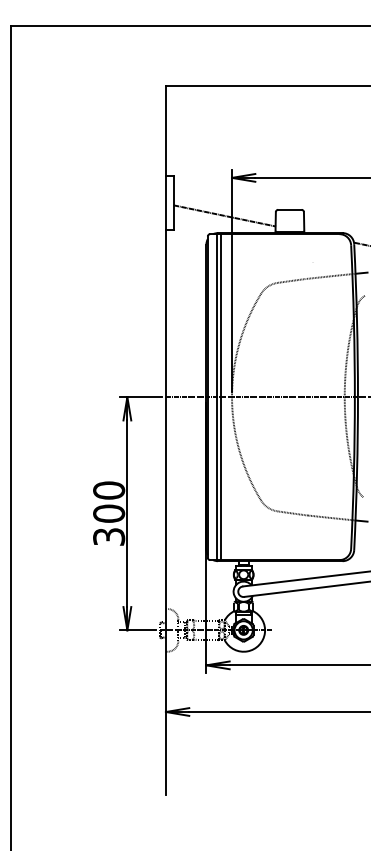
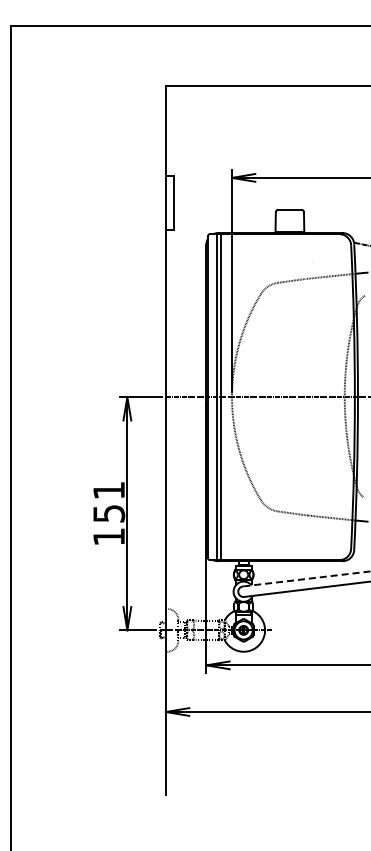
line at (224, 215): present -> none
text at (109, 513): 300 -> 151
line at (306, 578): solid -> dashed
